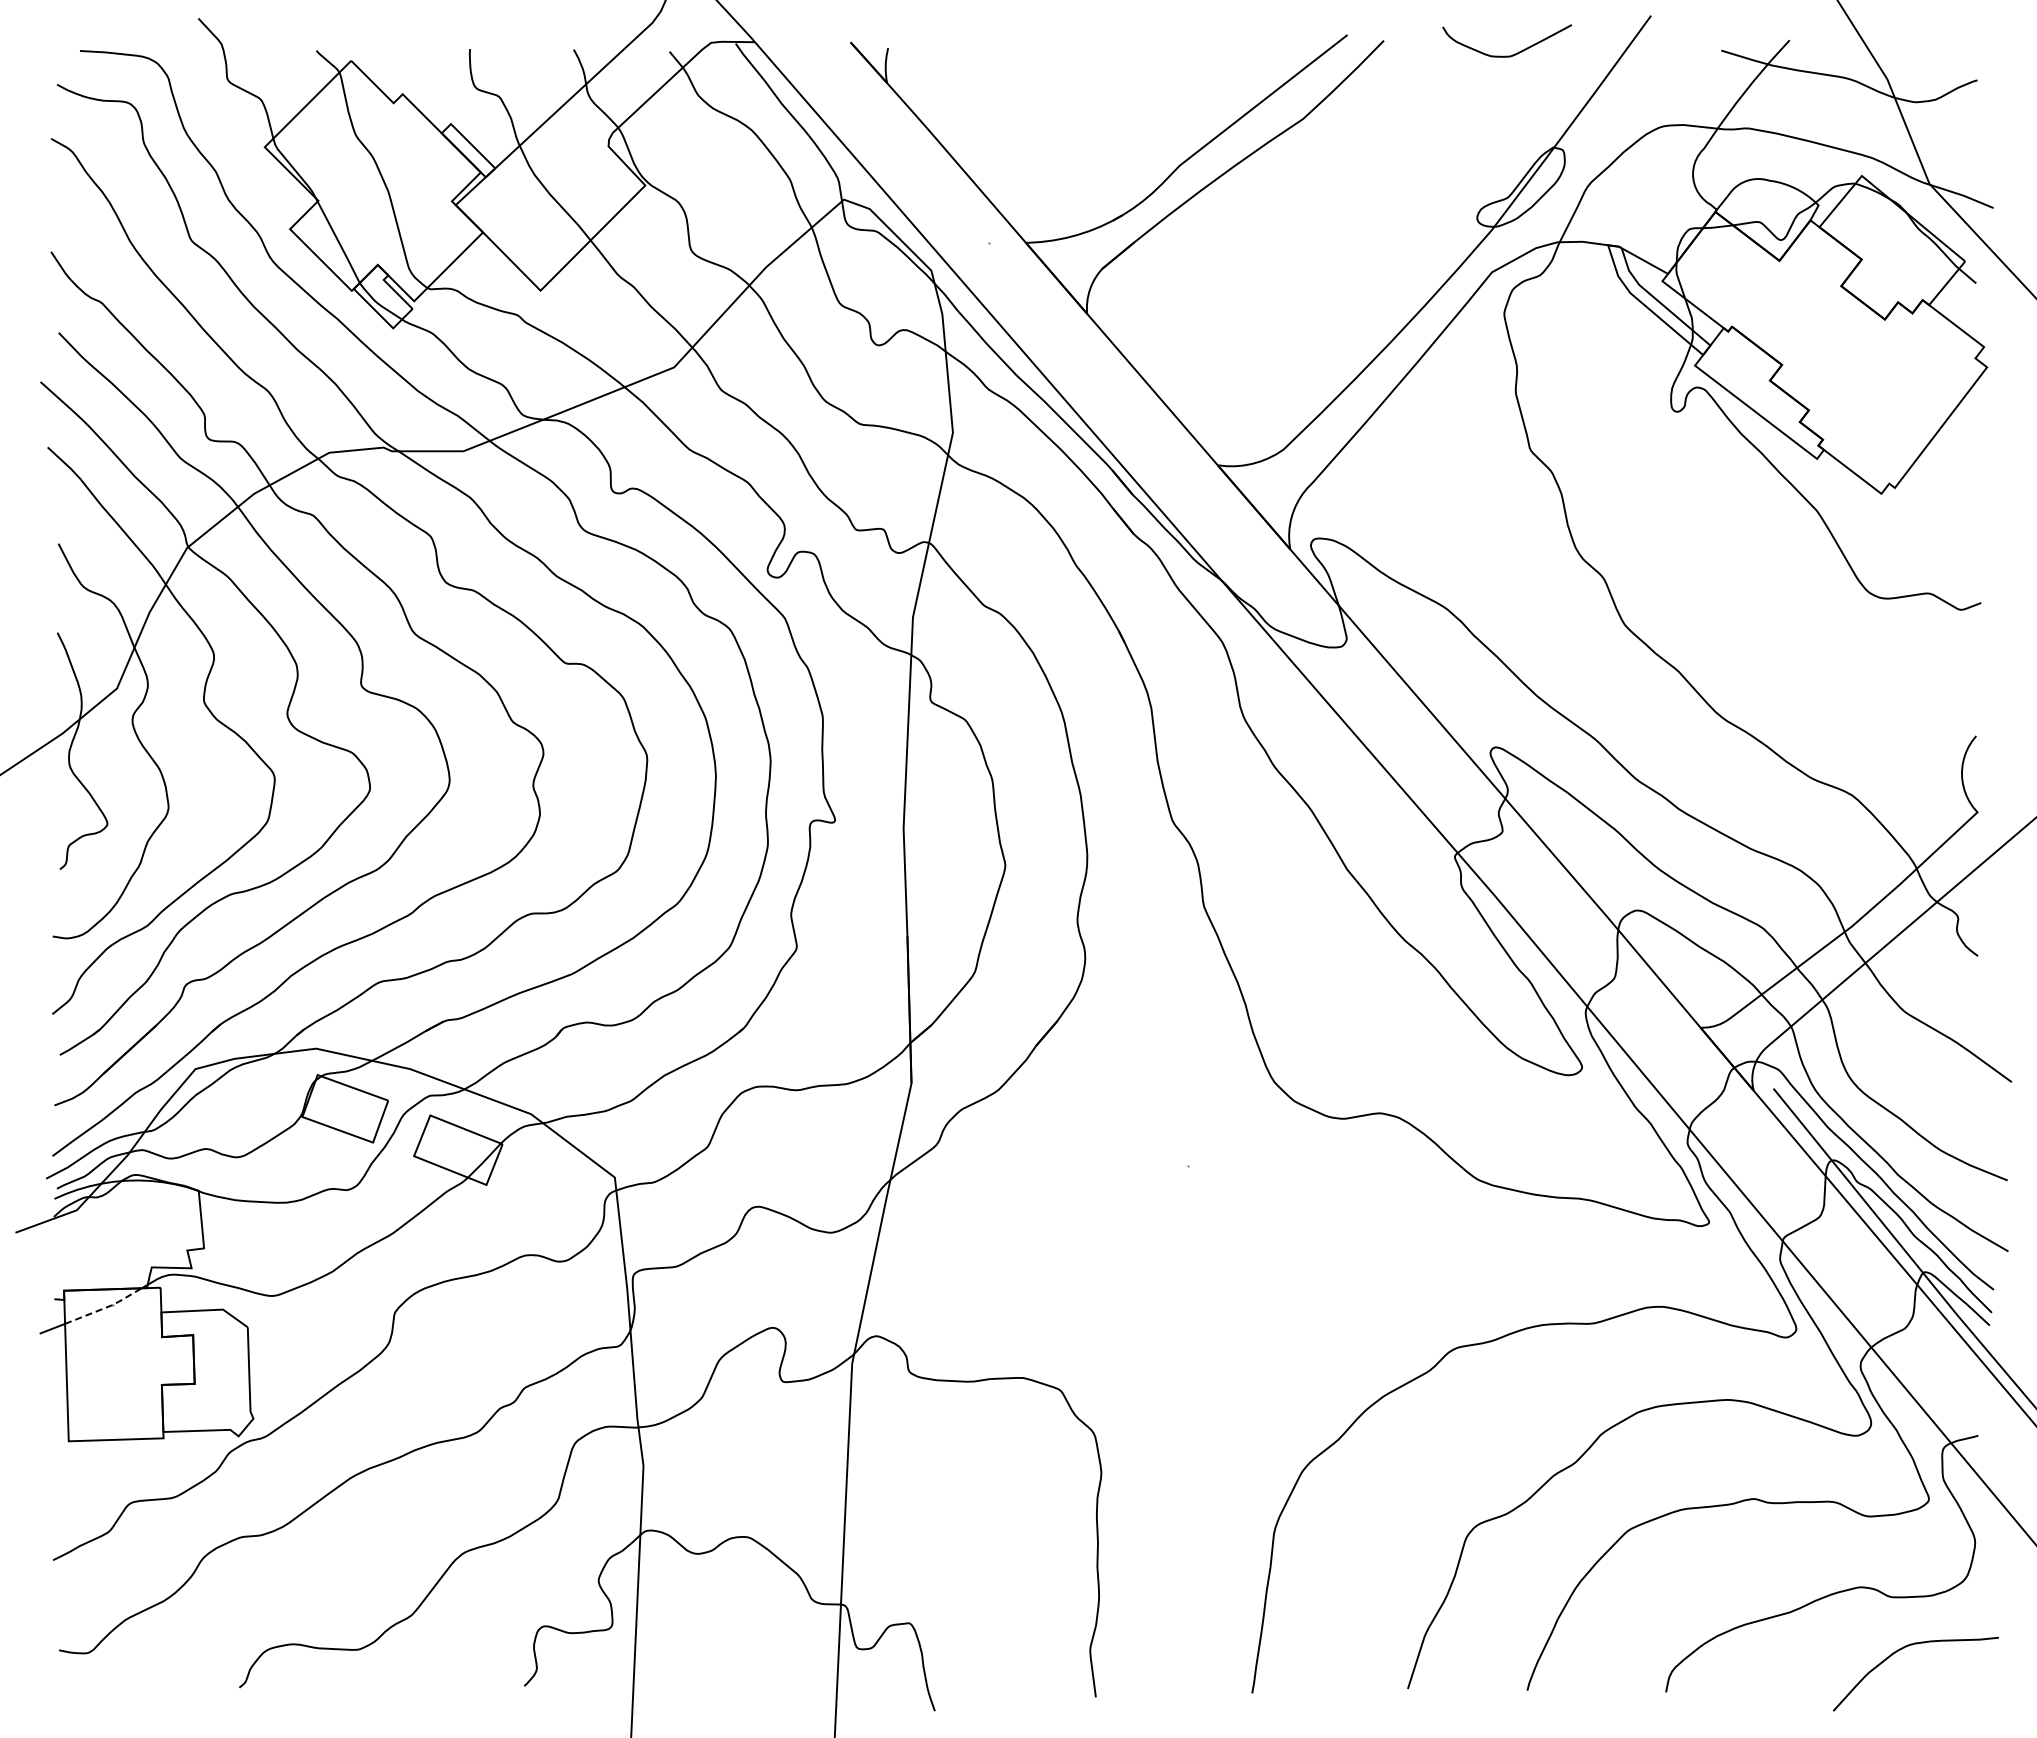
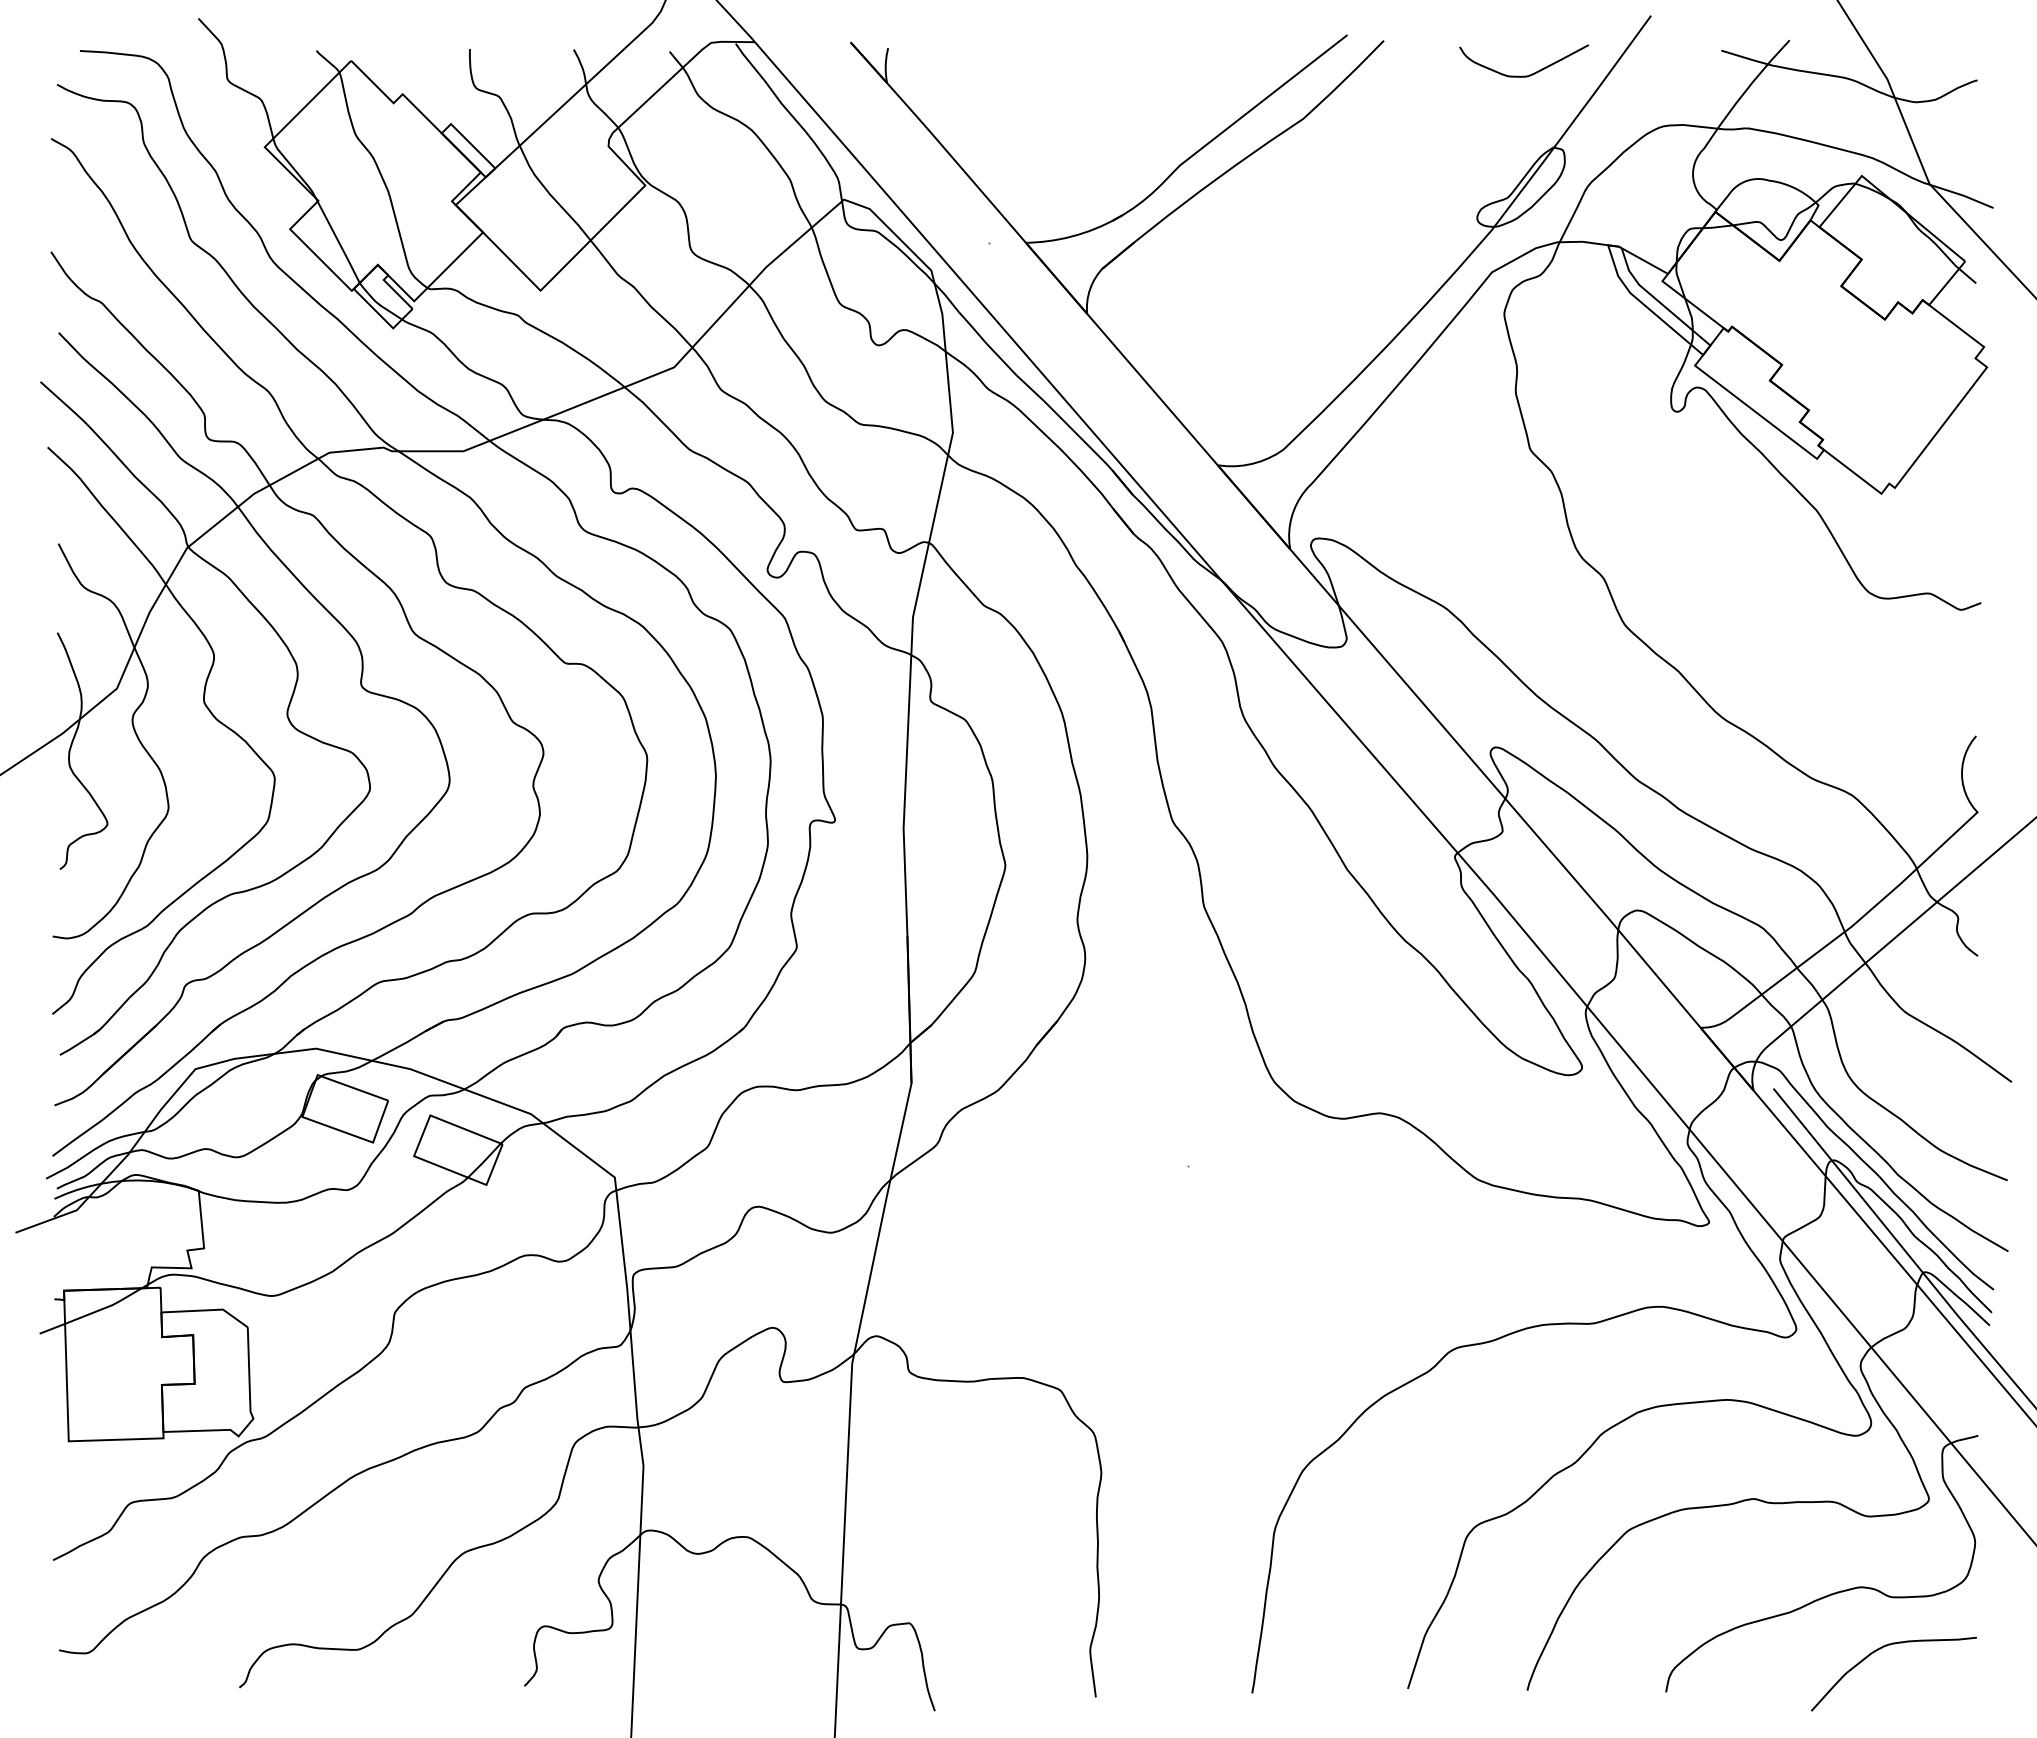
curve at (1506, 55) position: (1506, 55) -> (1523, 75)
line at (106, 1307): dashed -> solid
curve at (1902, 1649) position: (1902, 1649) -> (1880, 1649)
